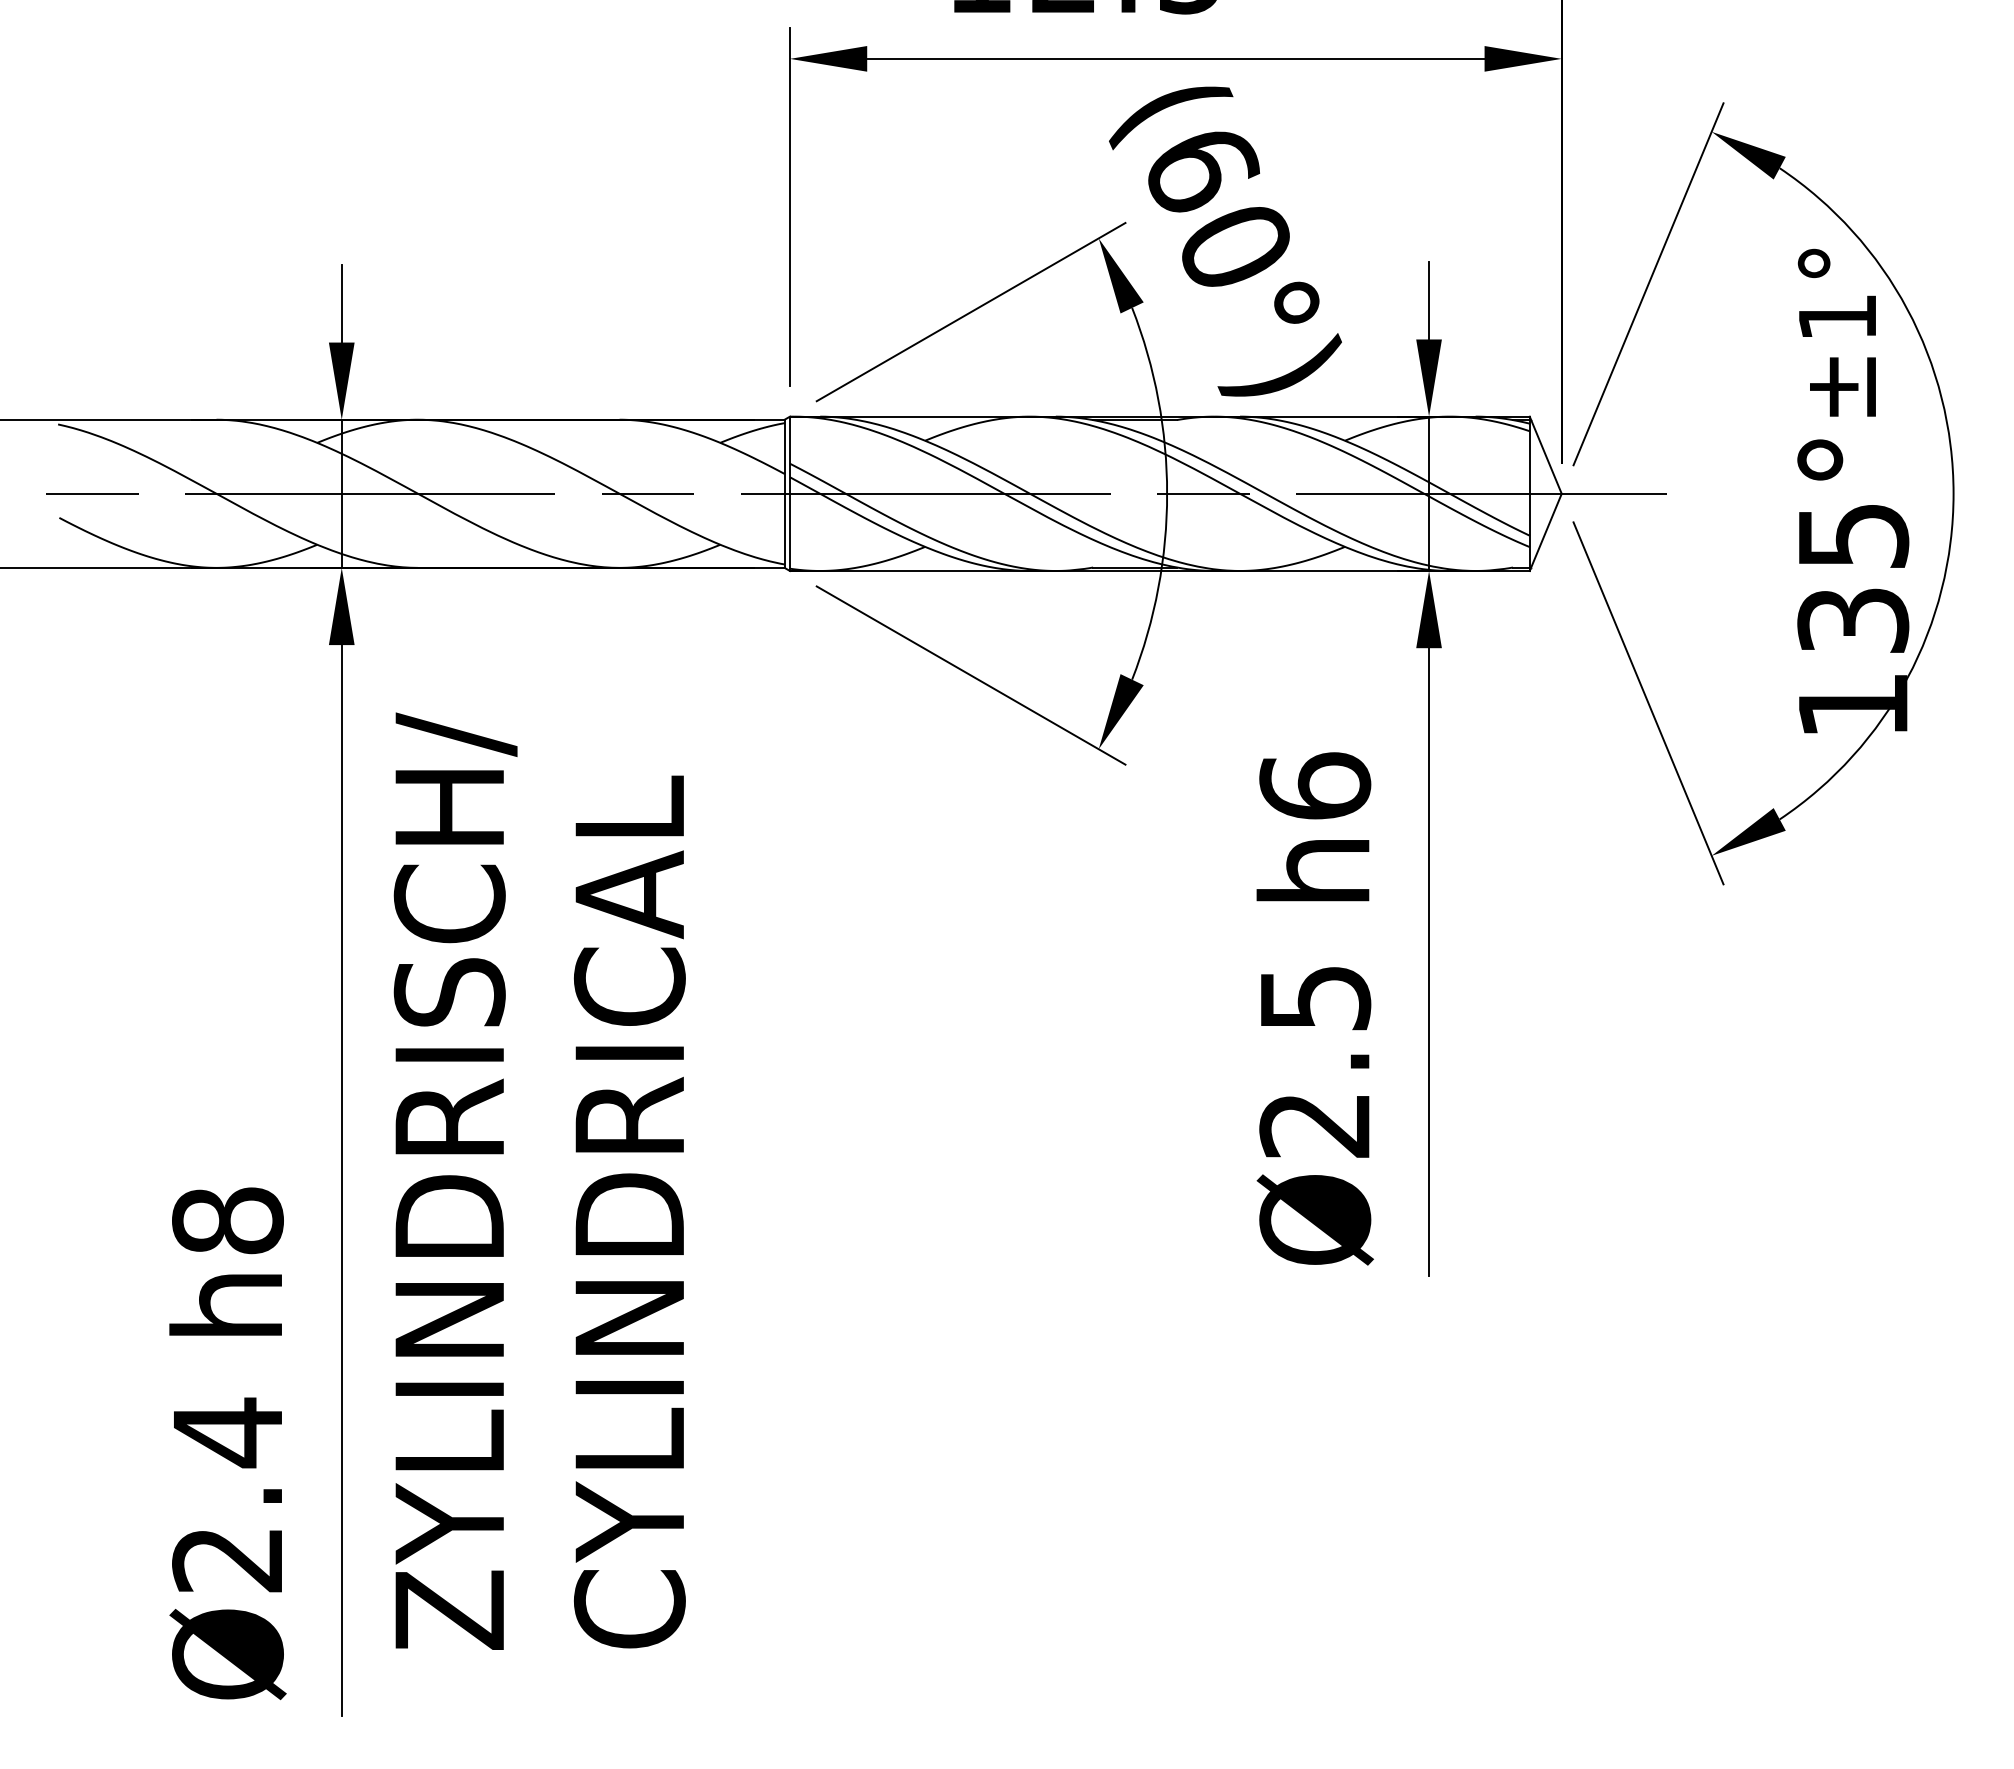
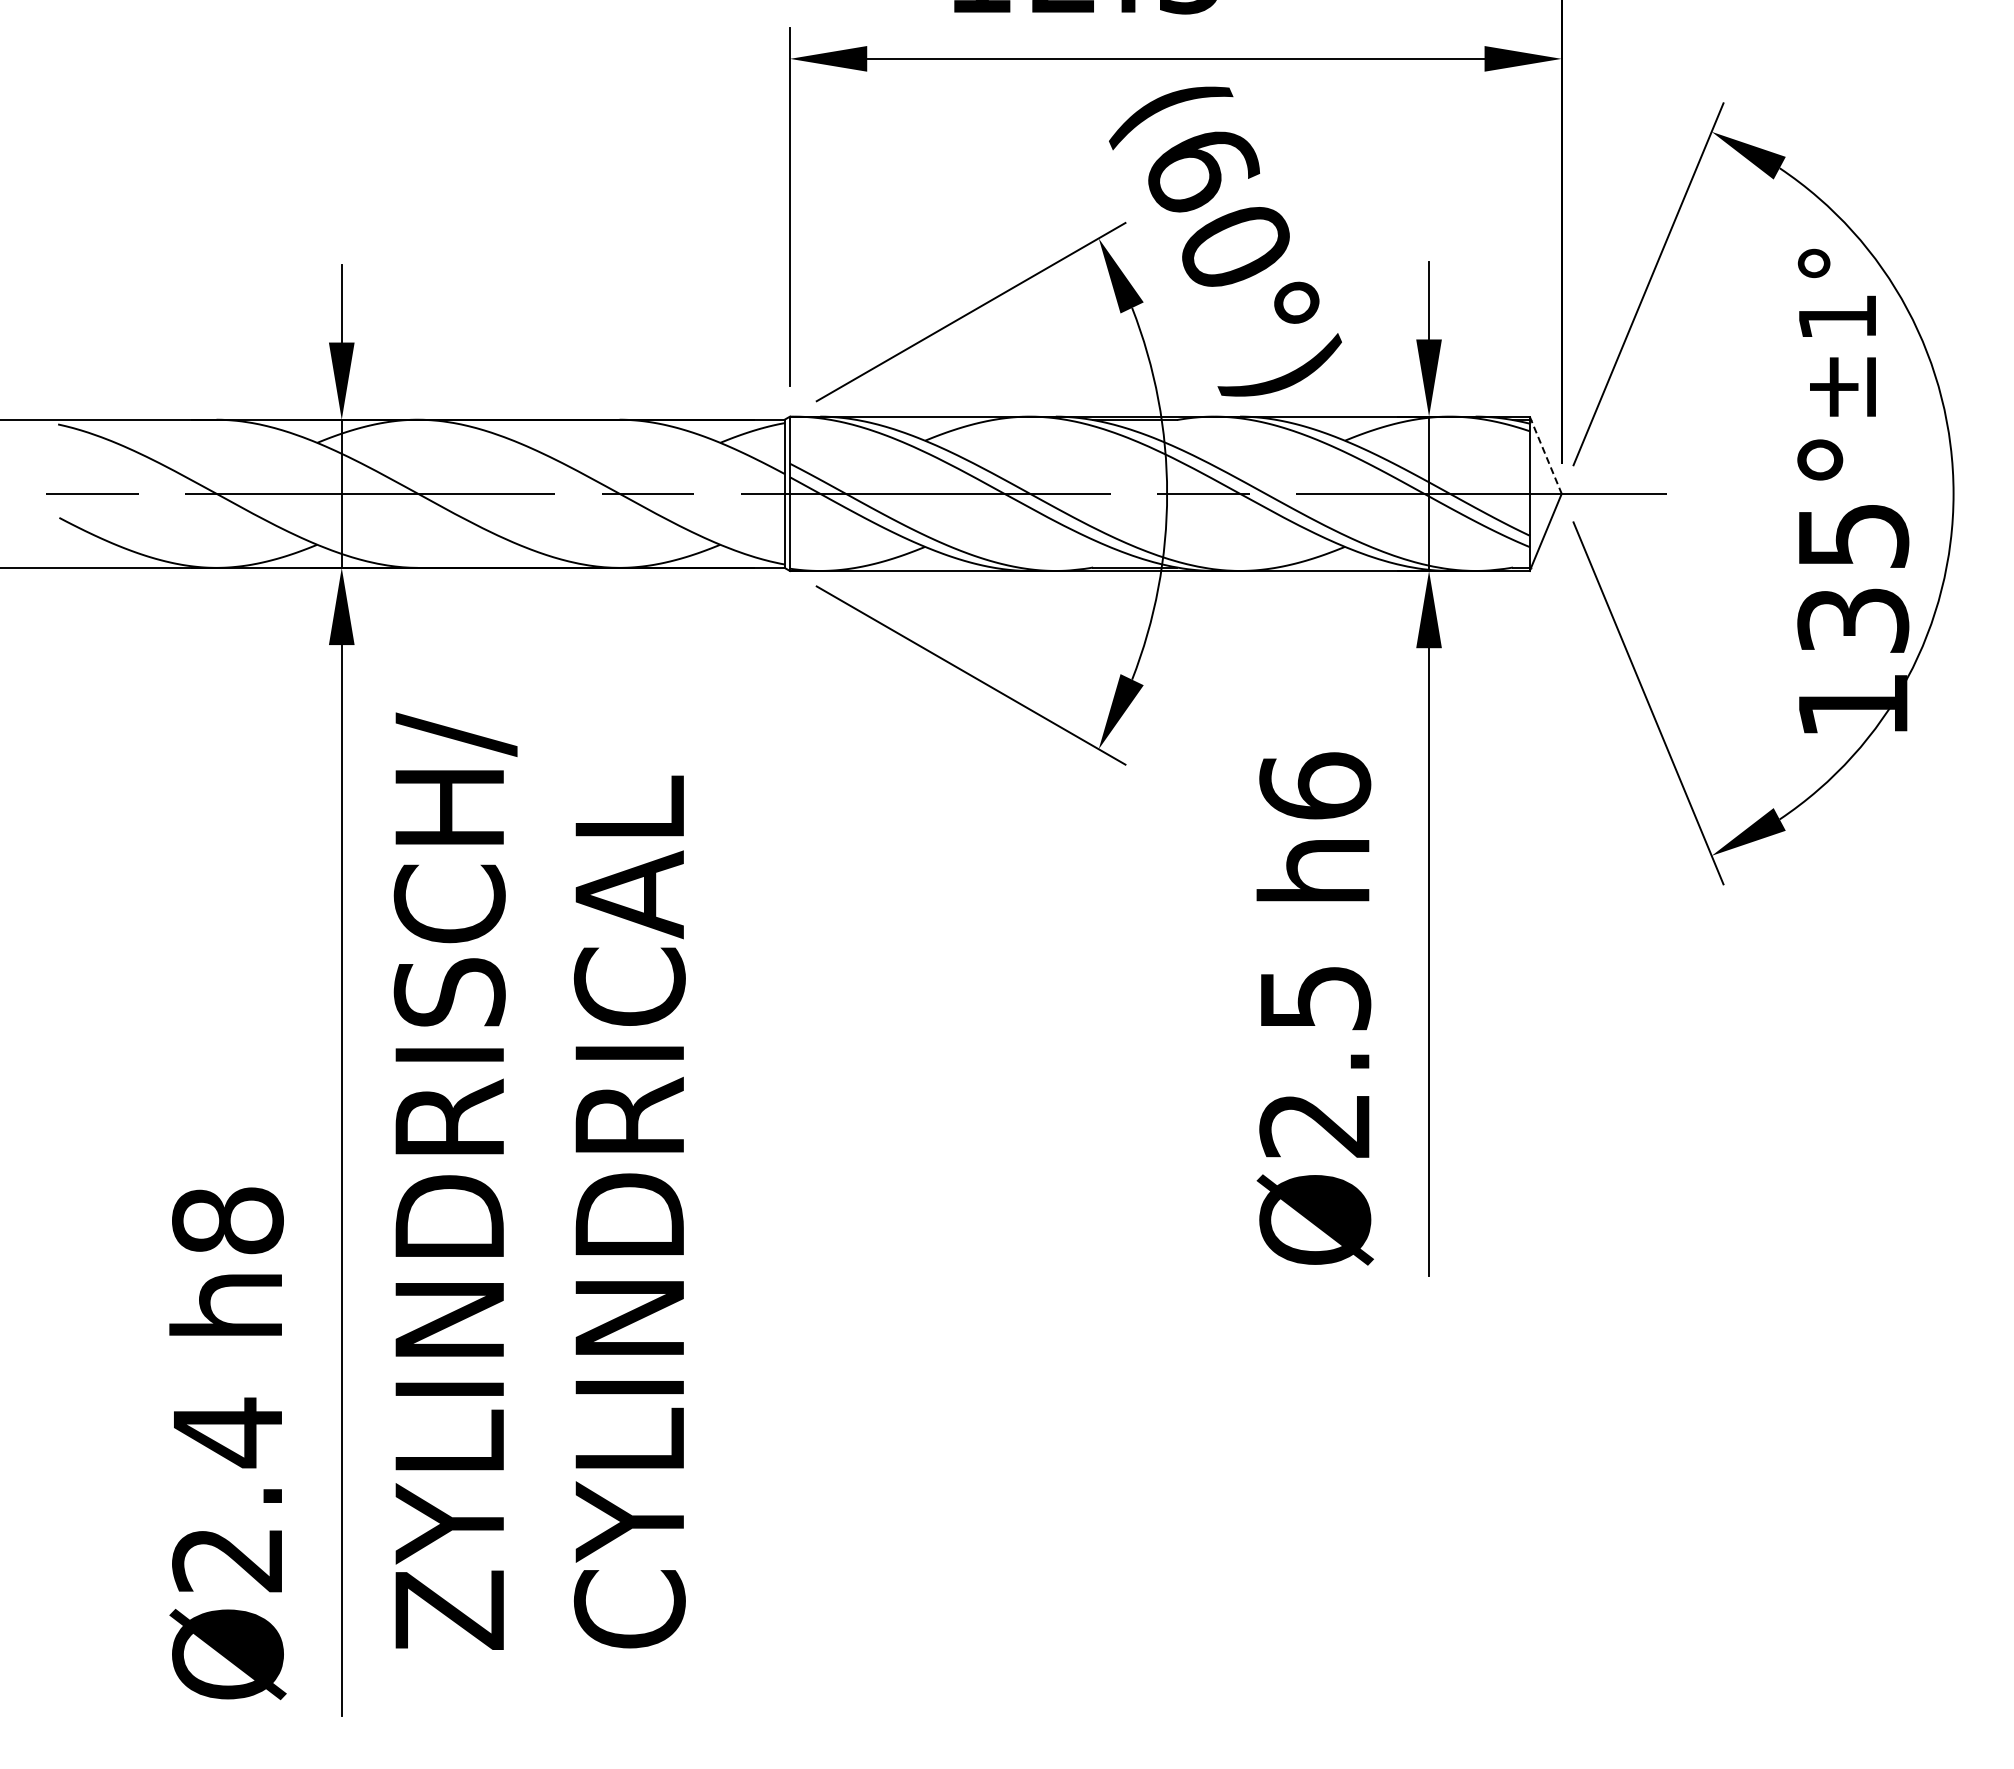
line at (1545, 455): solid -> dashed
